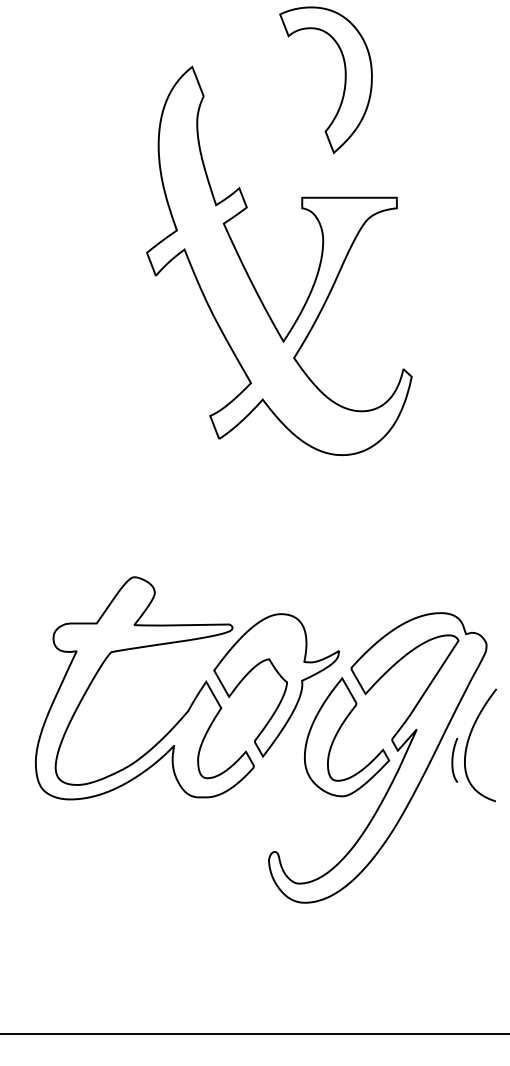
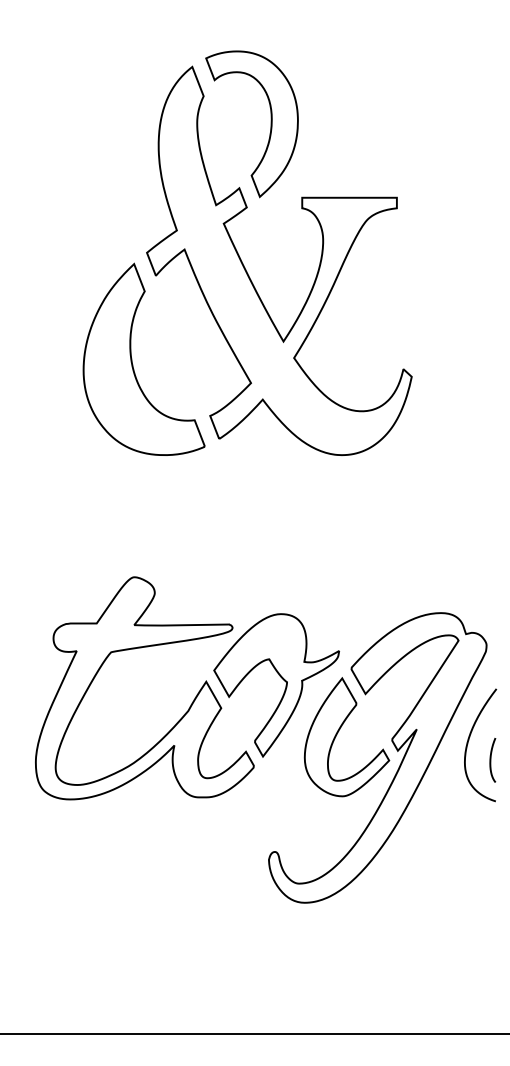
part at (344, 80) position: (344, 80) -> (270, 124)
part at (132, 358): none -> present
curve at (453, 760) position: (453, 760) -> (491, 760)
